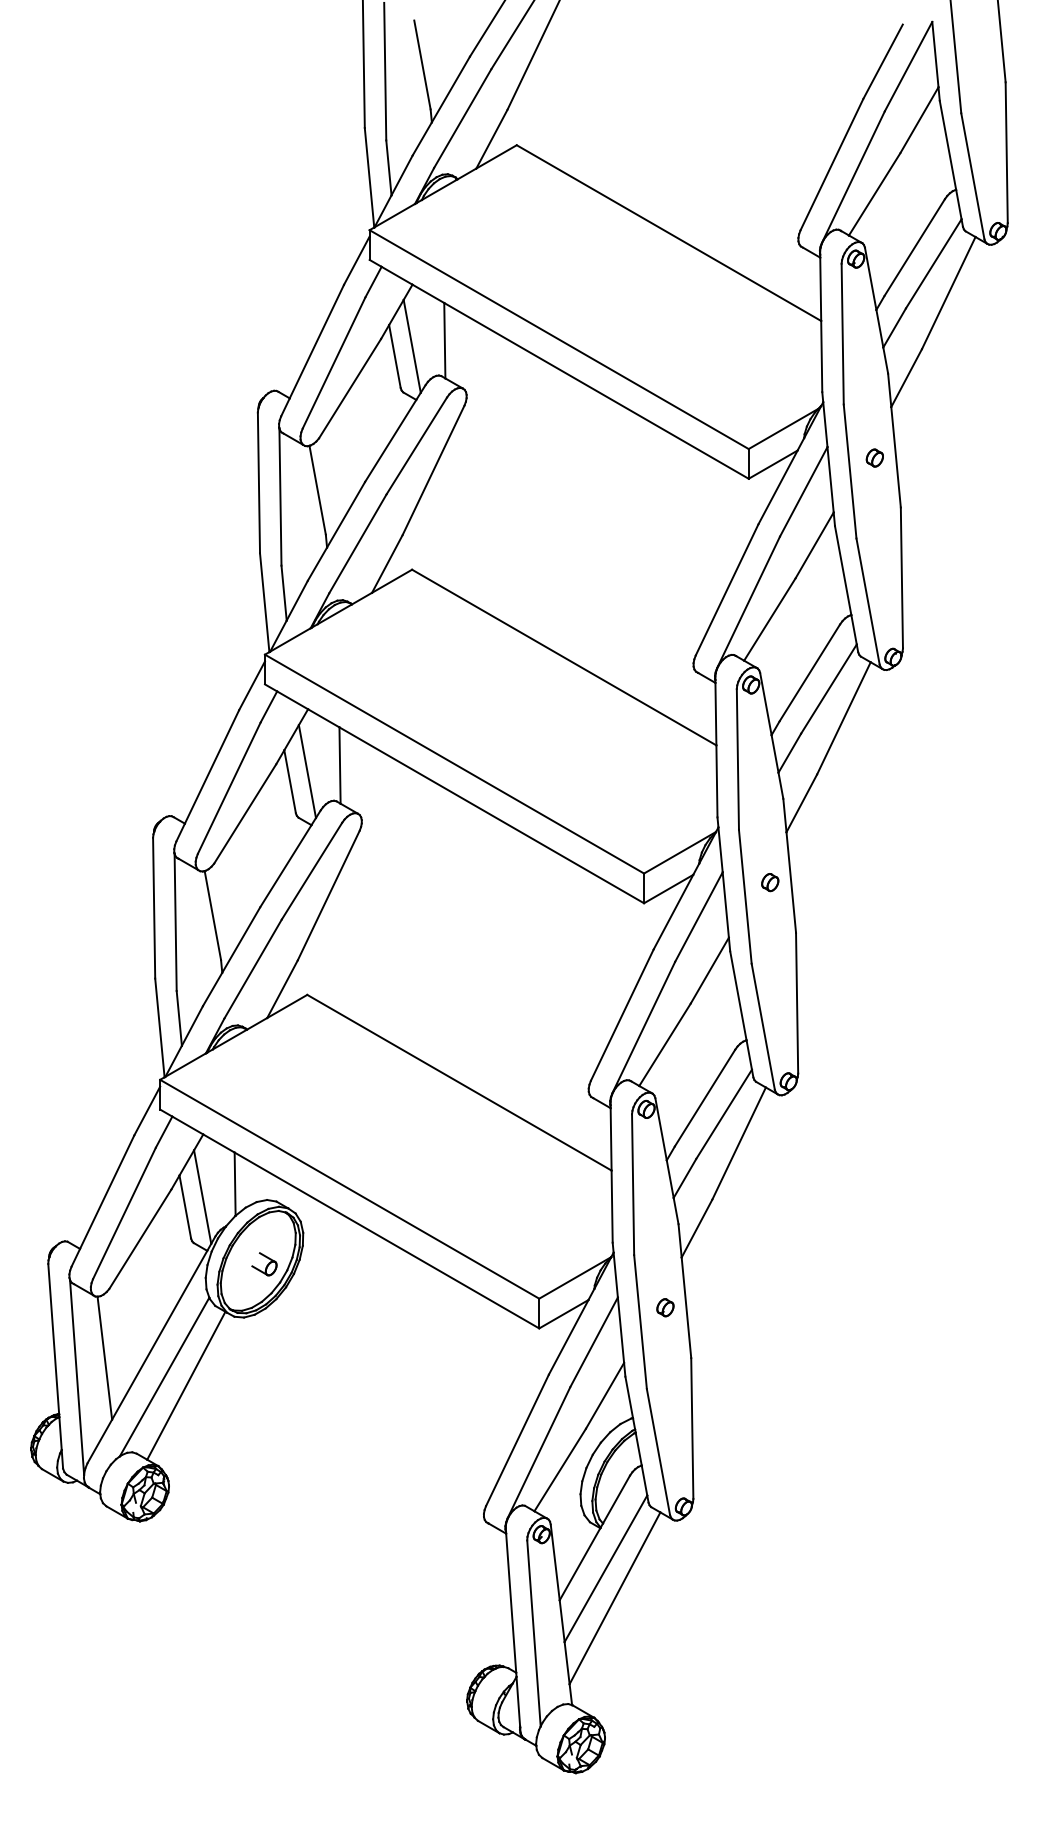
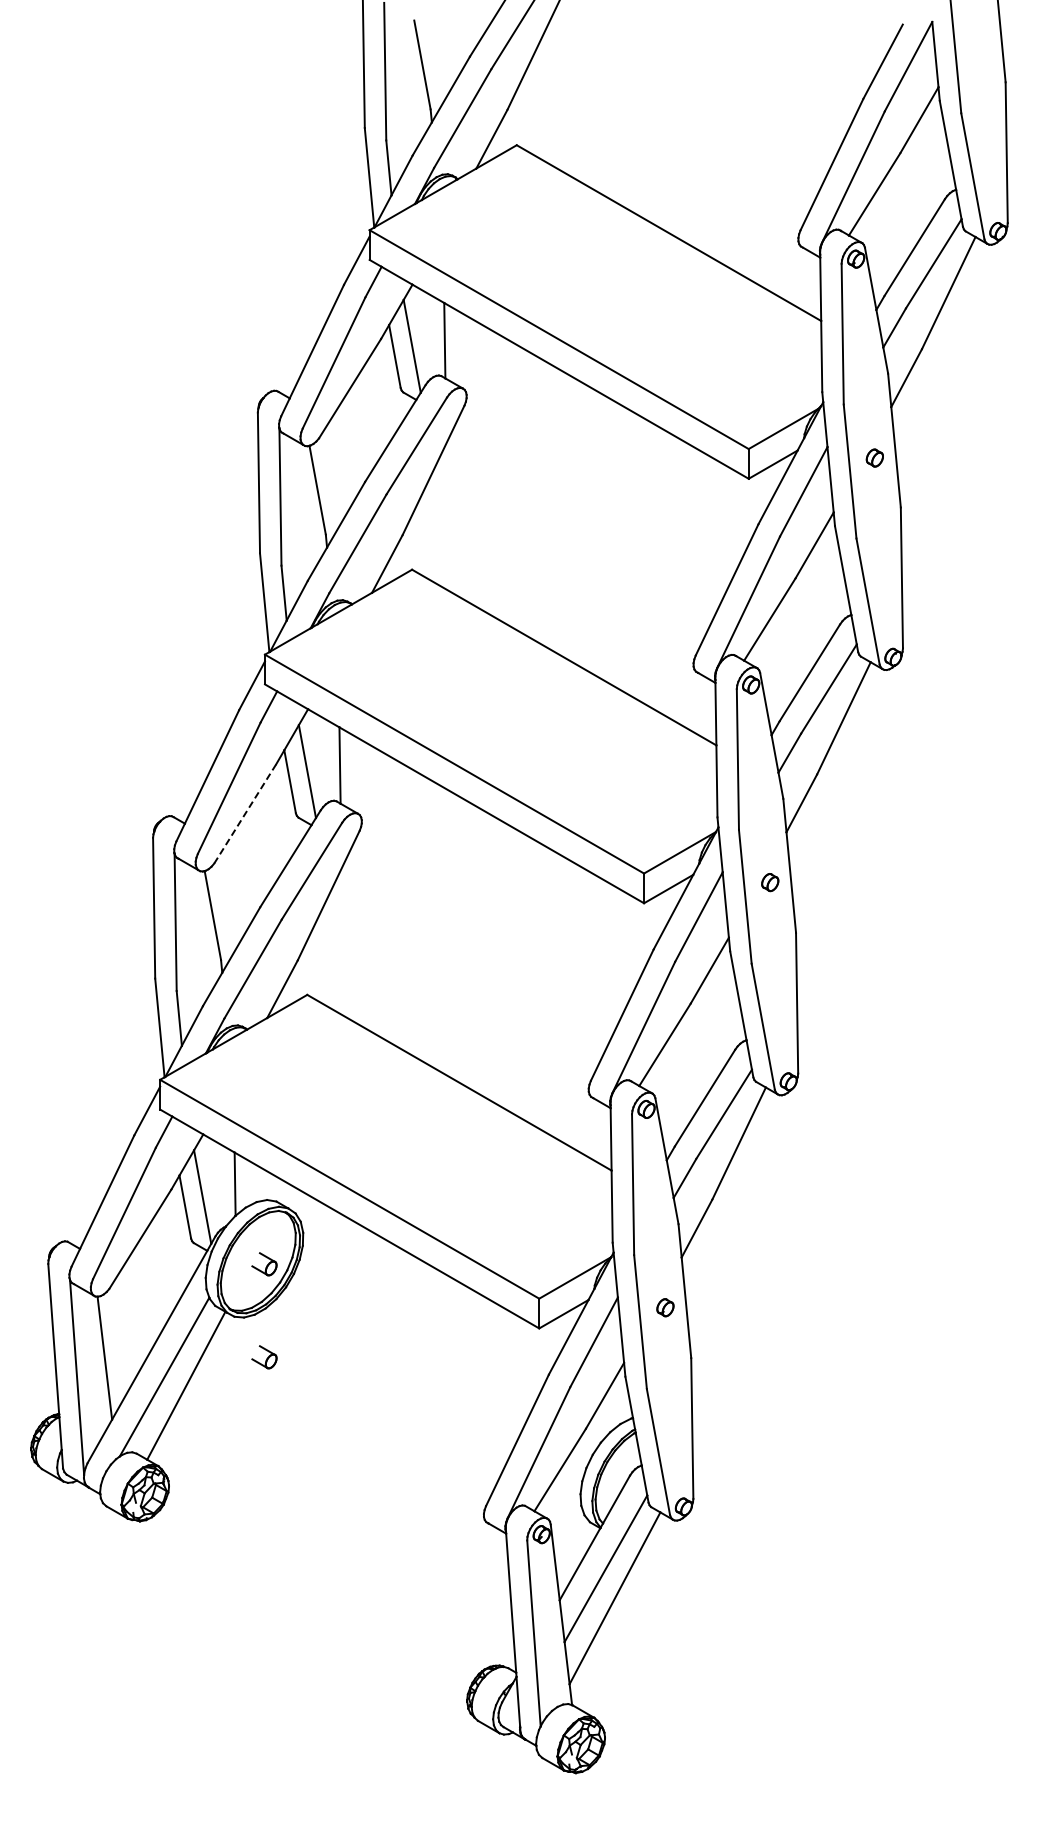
line at (245, 813): solid -> dashed
part at (264, 1357): none -> present
